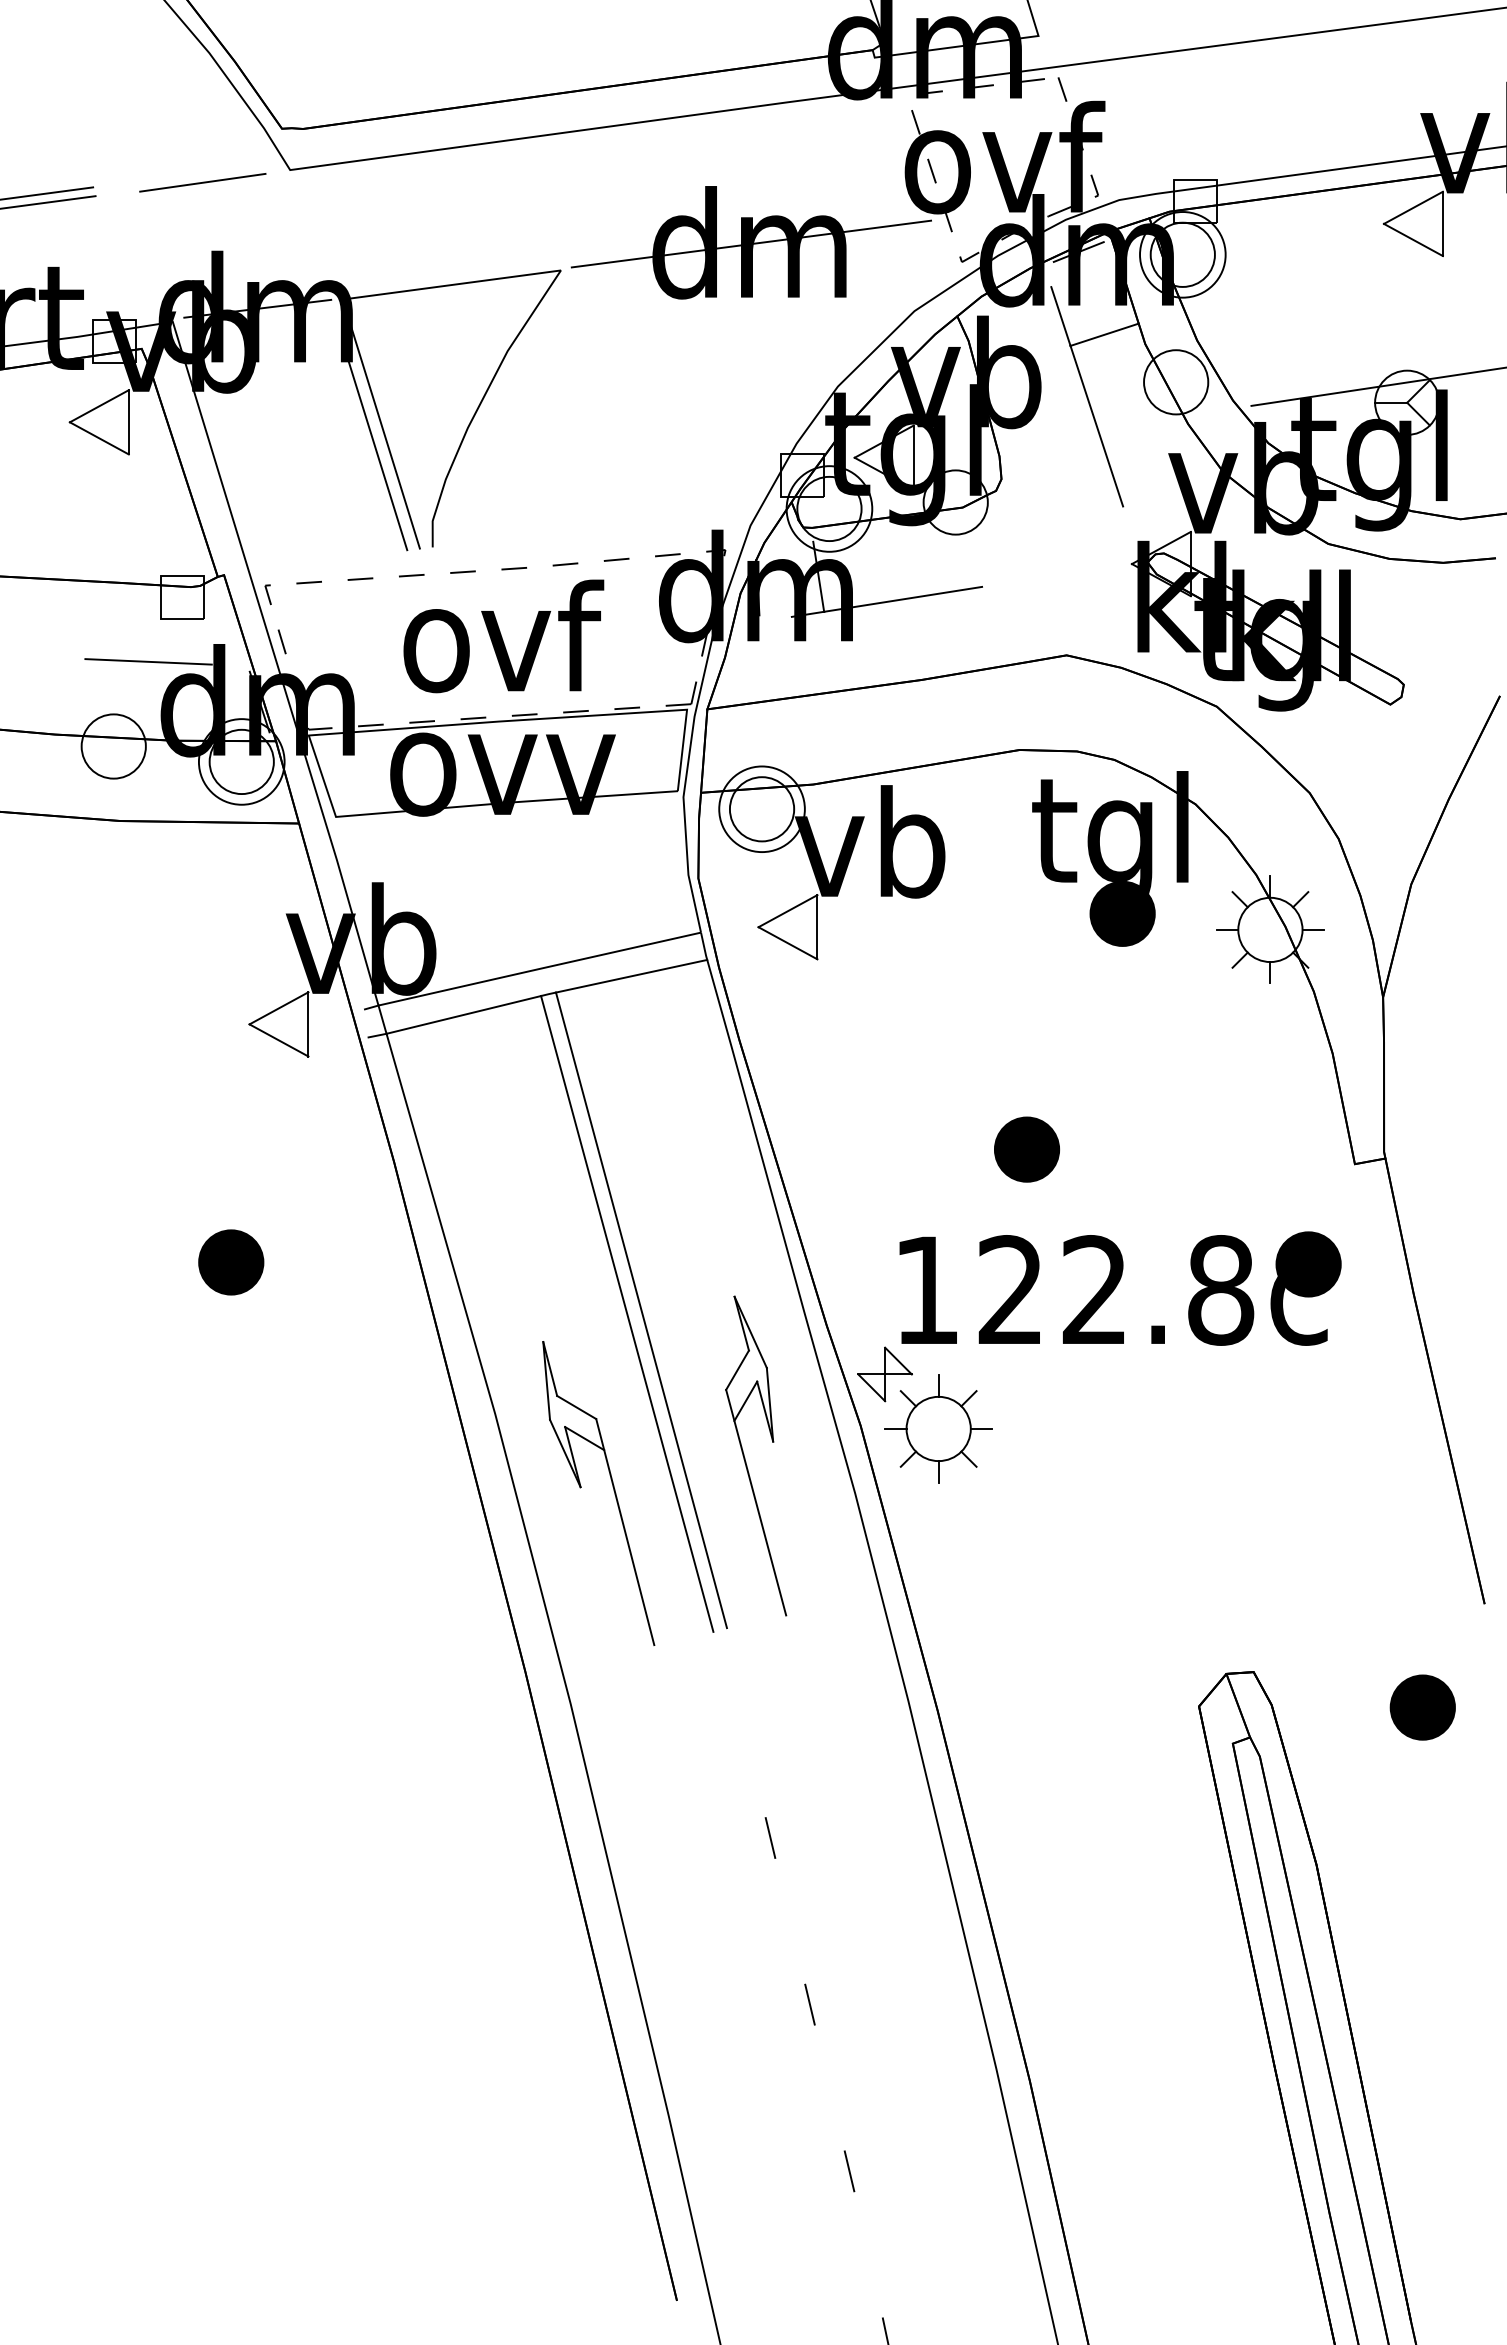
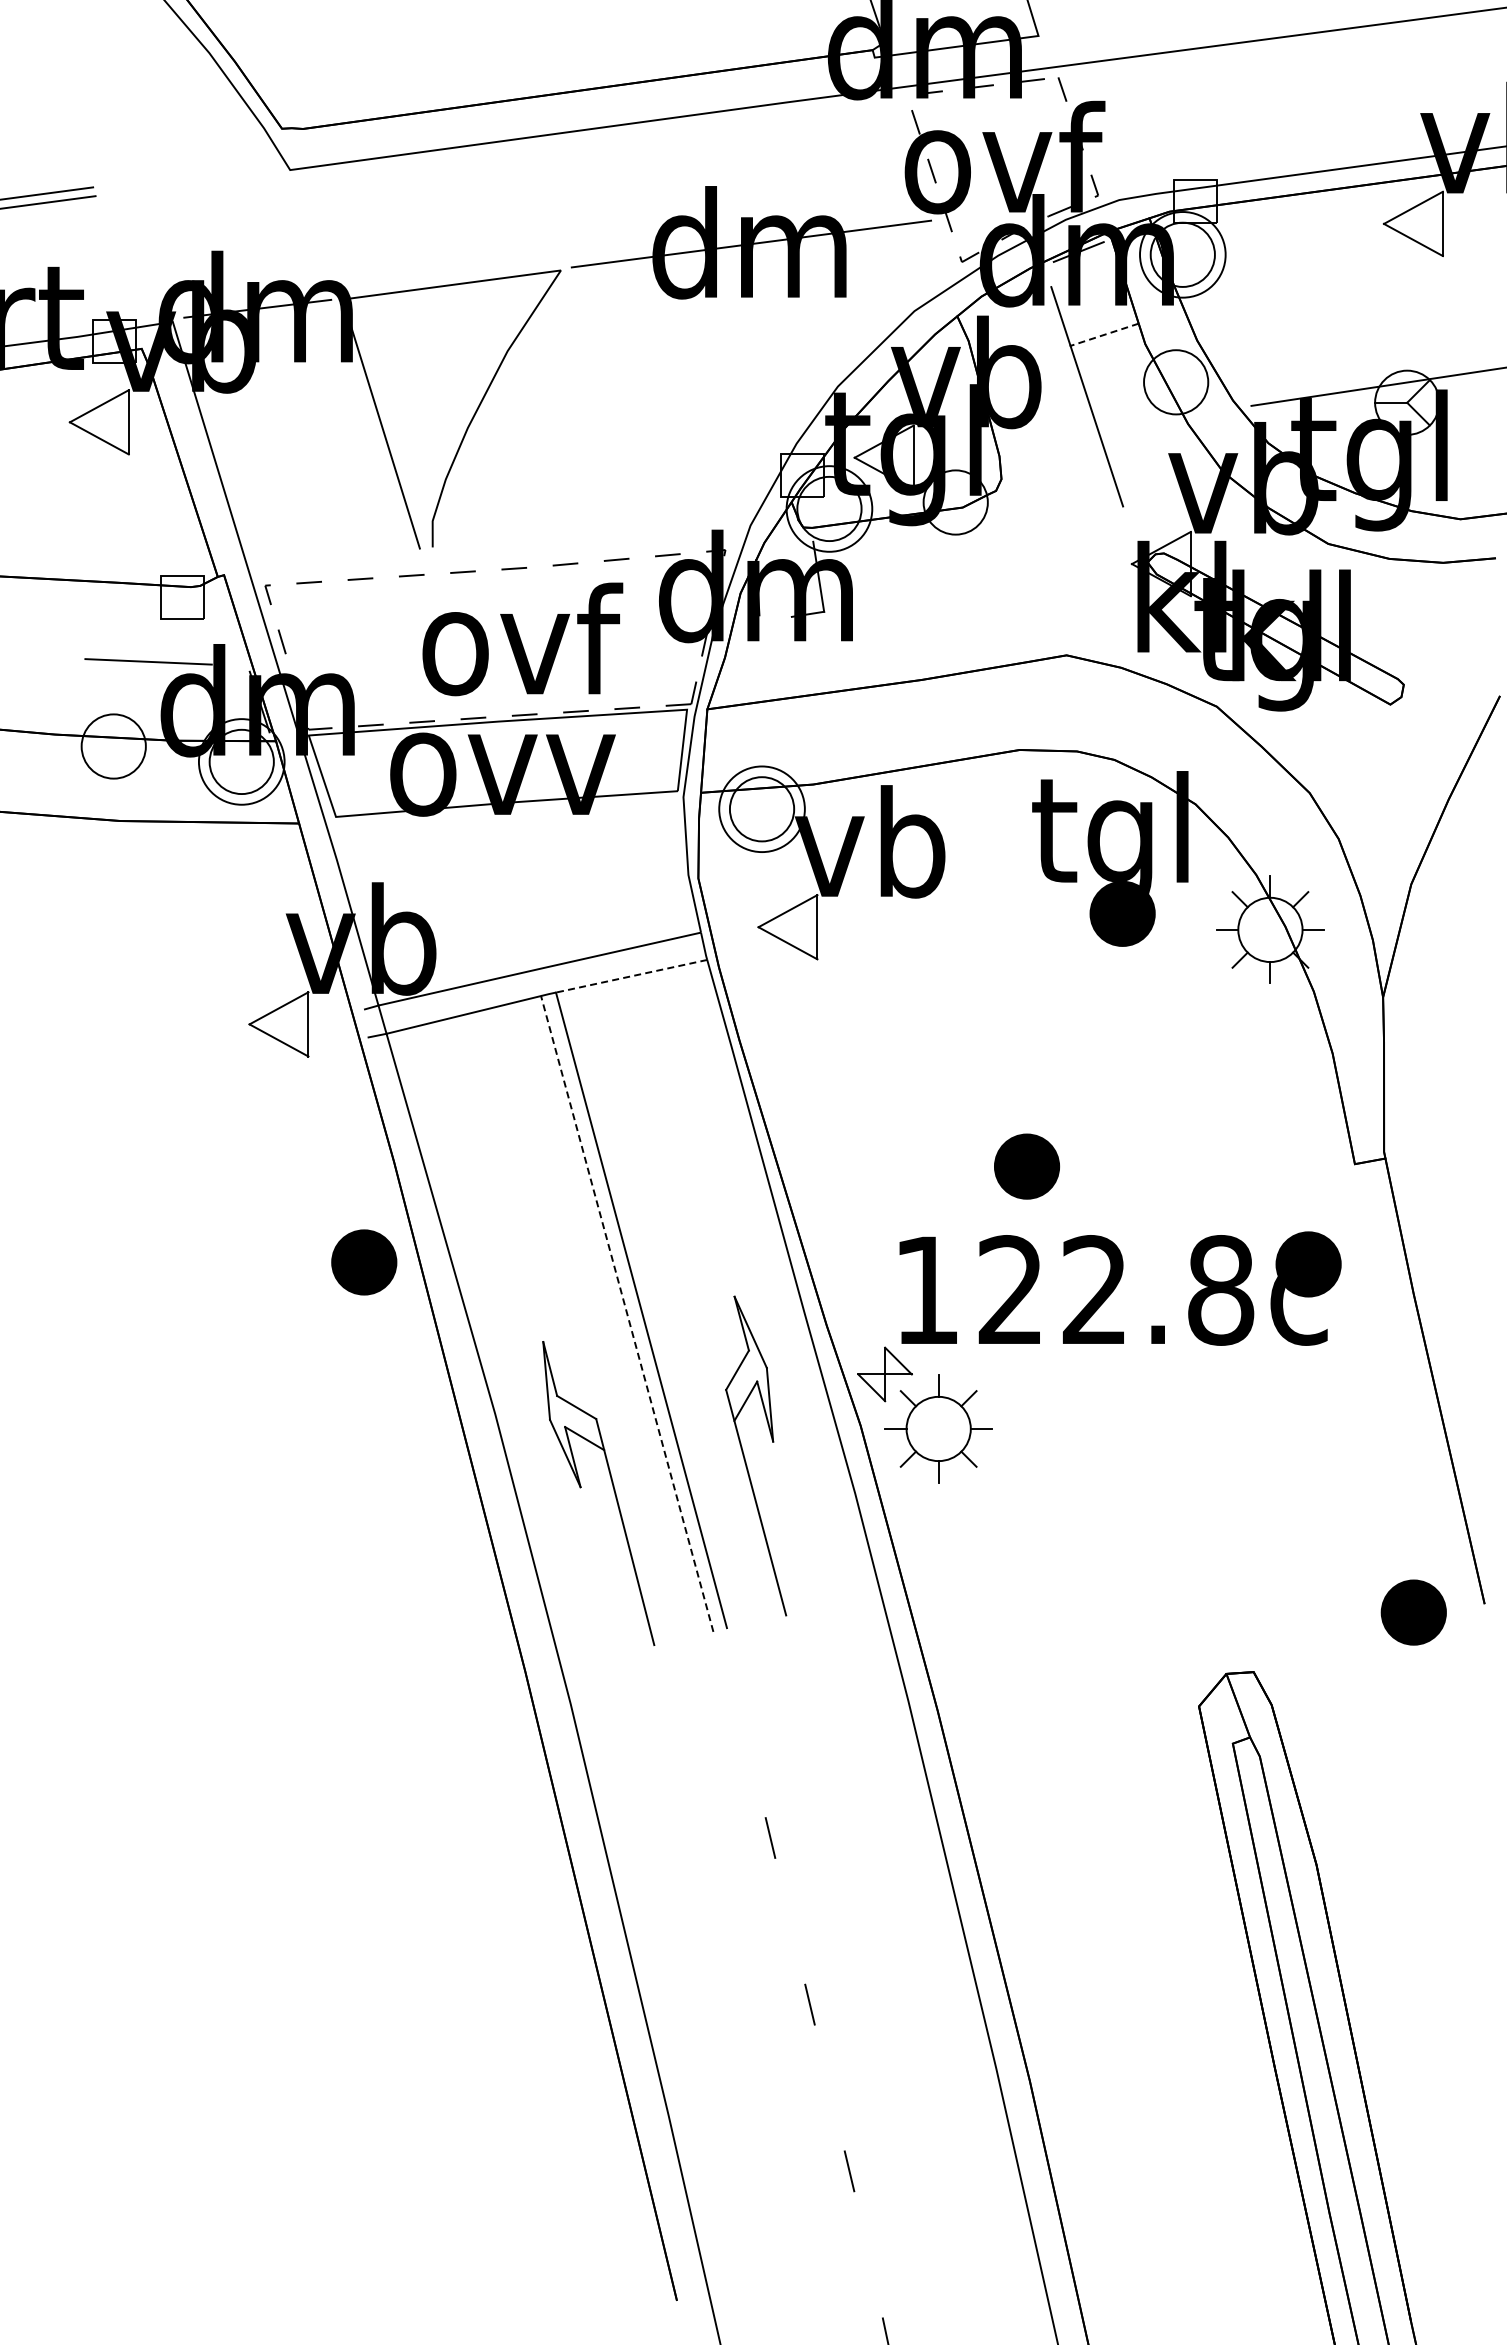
line at (199, 182): present -> none
line at (1104, 334): solid -> dashed
line at (376, 452): present -> none
line at (903, 598): present -> none
text at (503, 636) position: (503, 636) -> (522, 639)
line at (631, 976): solid -> dashed
part at (1026, 1149) position: (1026, 1149) -> (1026, 1166)
part at (231, 1262) position: (231, 1262) -> (364, 1262)
line at (627, 1313): solid -> dashed
part at (1422, 1707) position: (1422, 1707) -> (1413, 1612)
